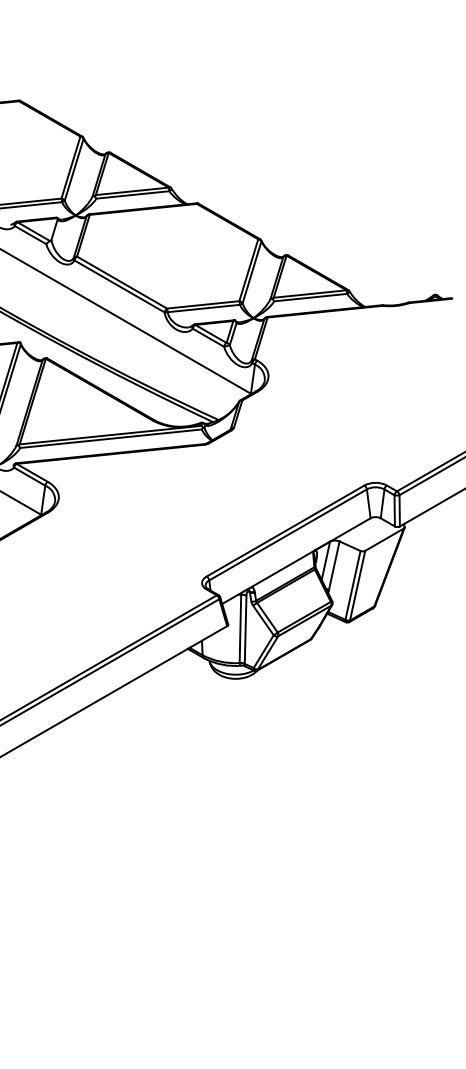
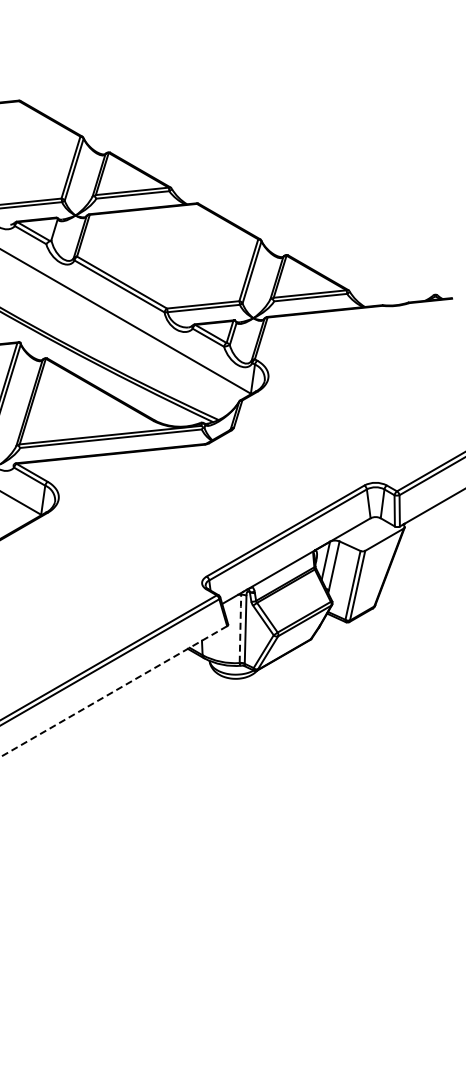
line at (240, 628): solid -> dashed
line at (113, 691): solid -> dashed
